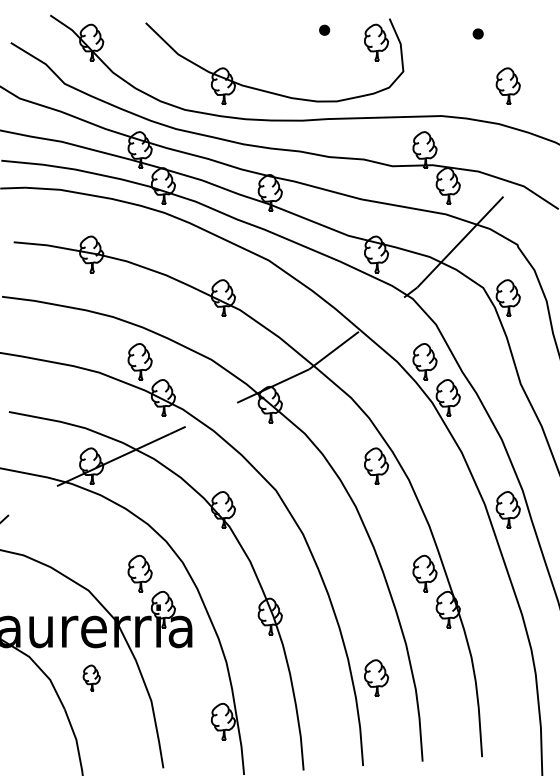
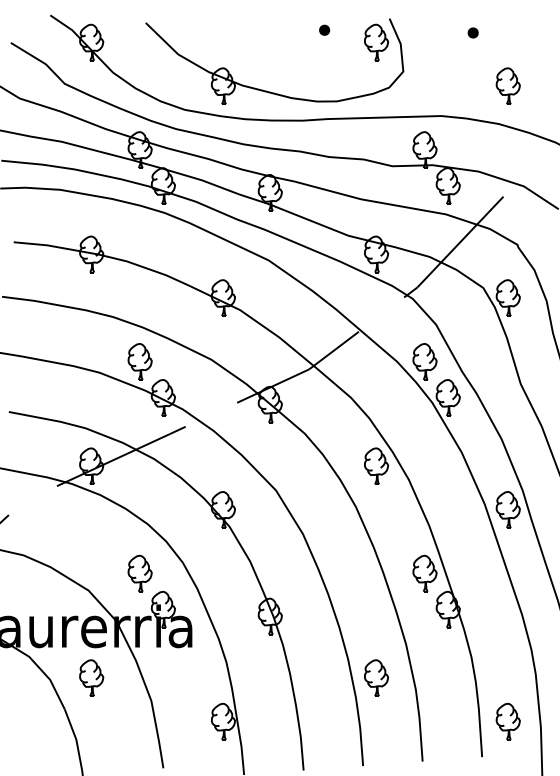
part at (477, 33) position: (477, 33) -> (472, 32)
part at (91, 677) size: 19x28 px -> 26x38 px
part at (507, 721): none -> present
